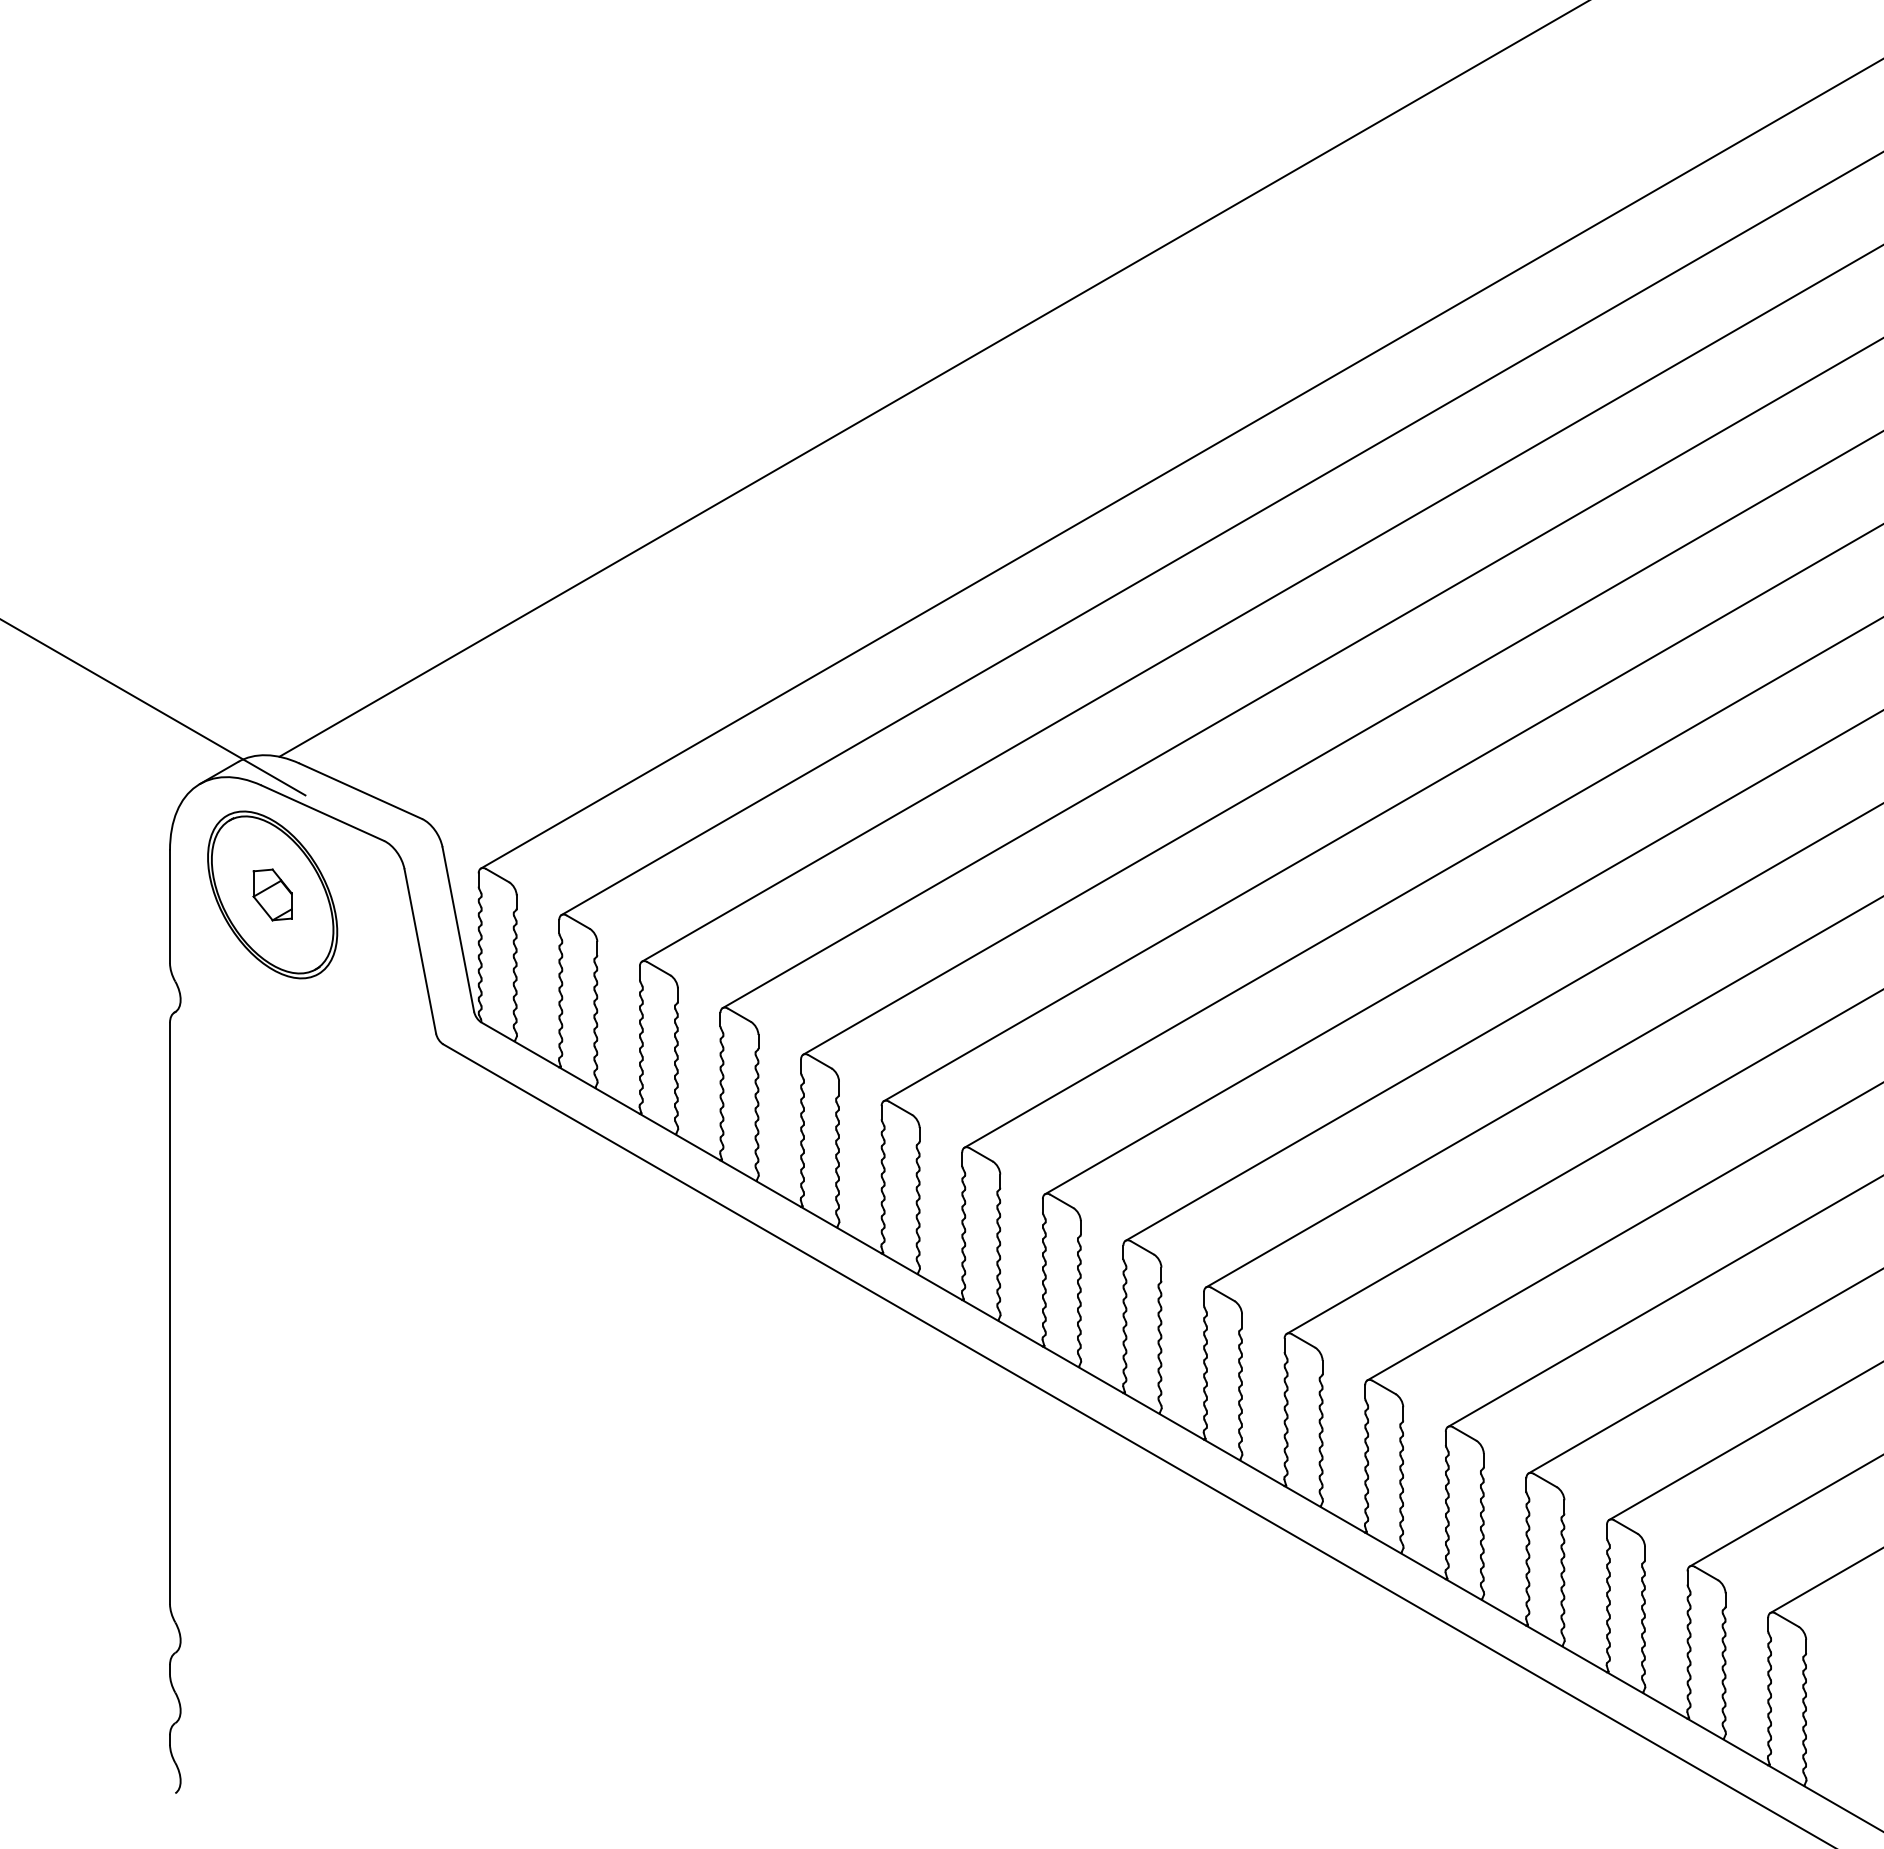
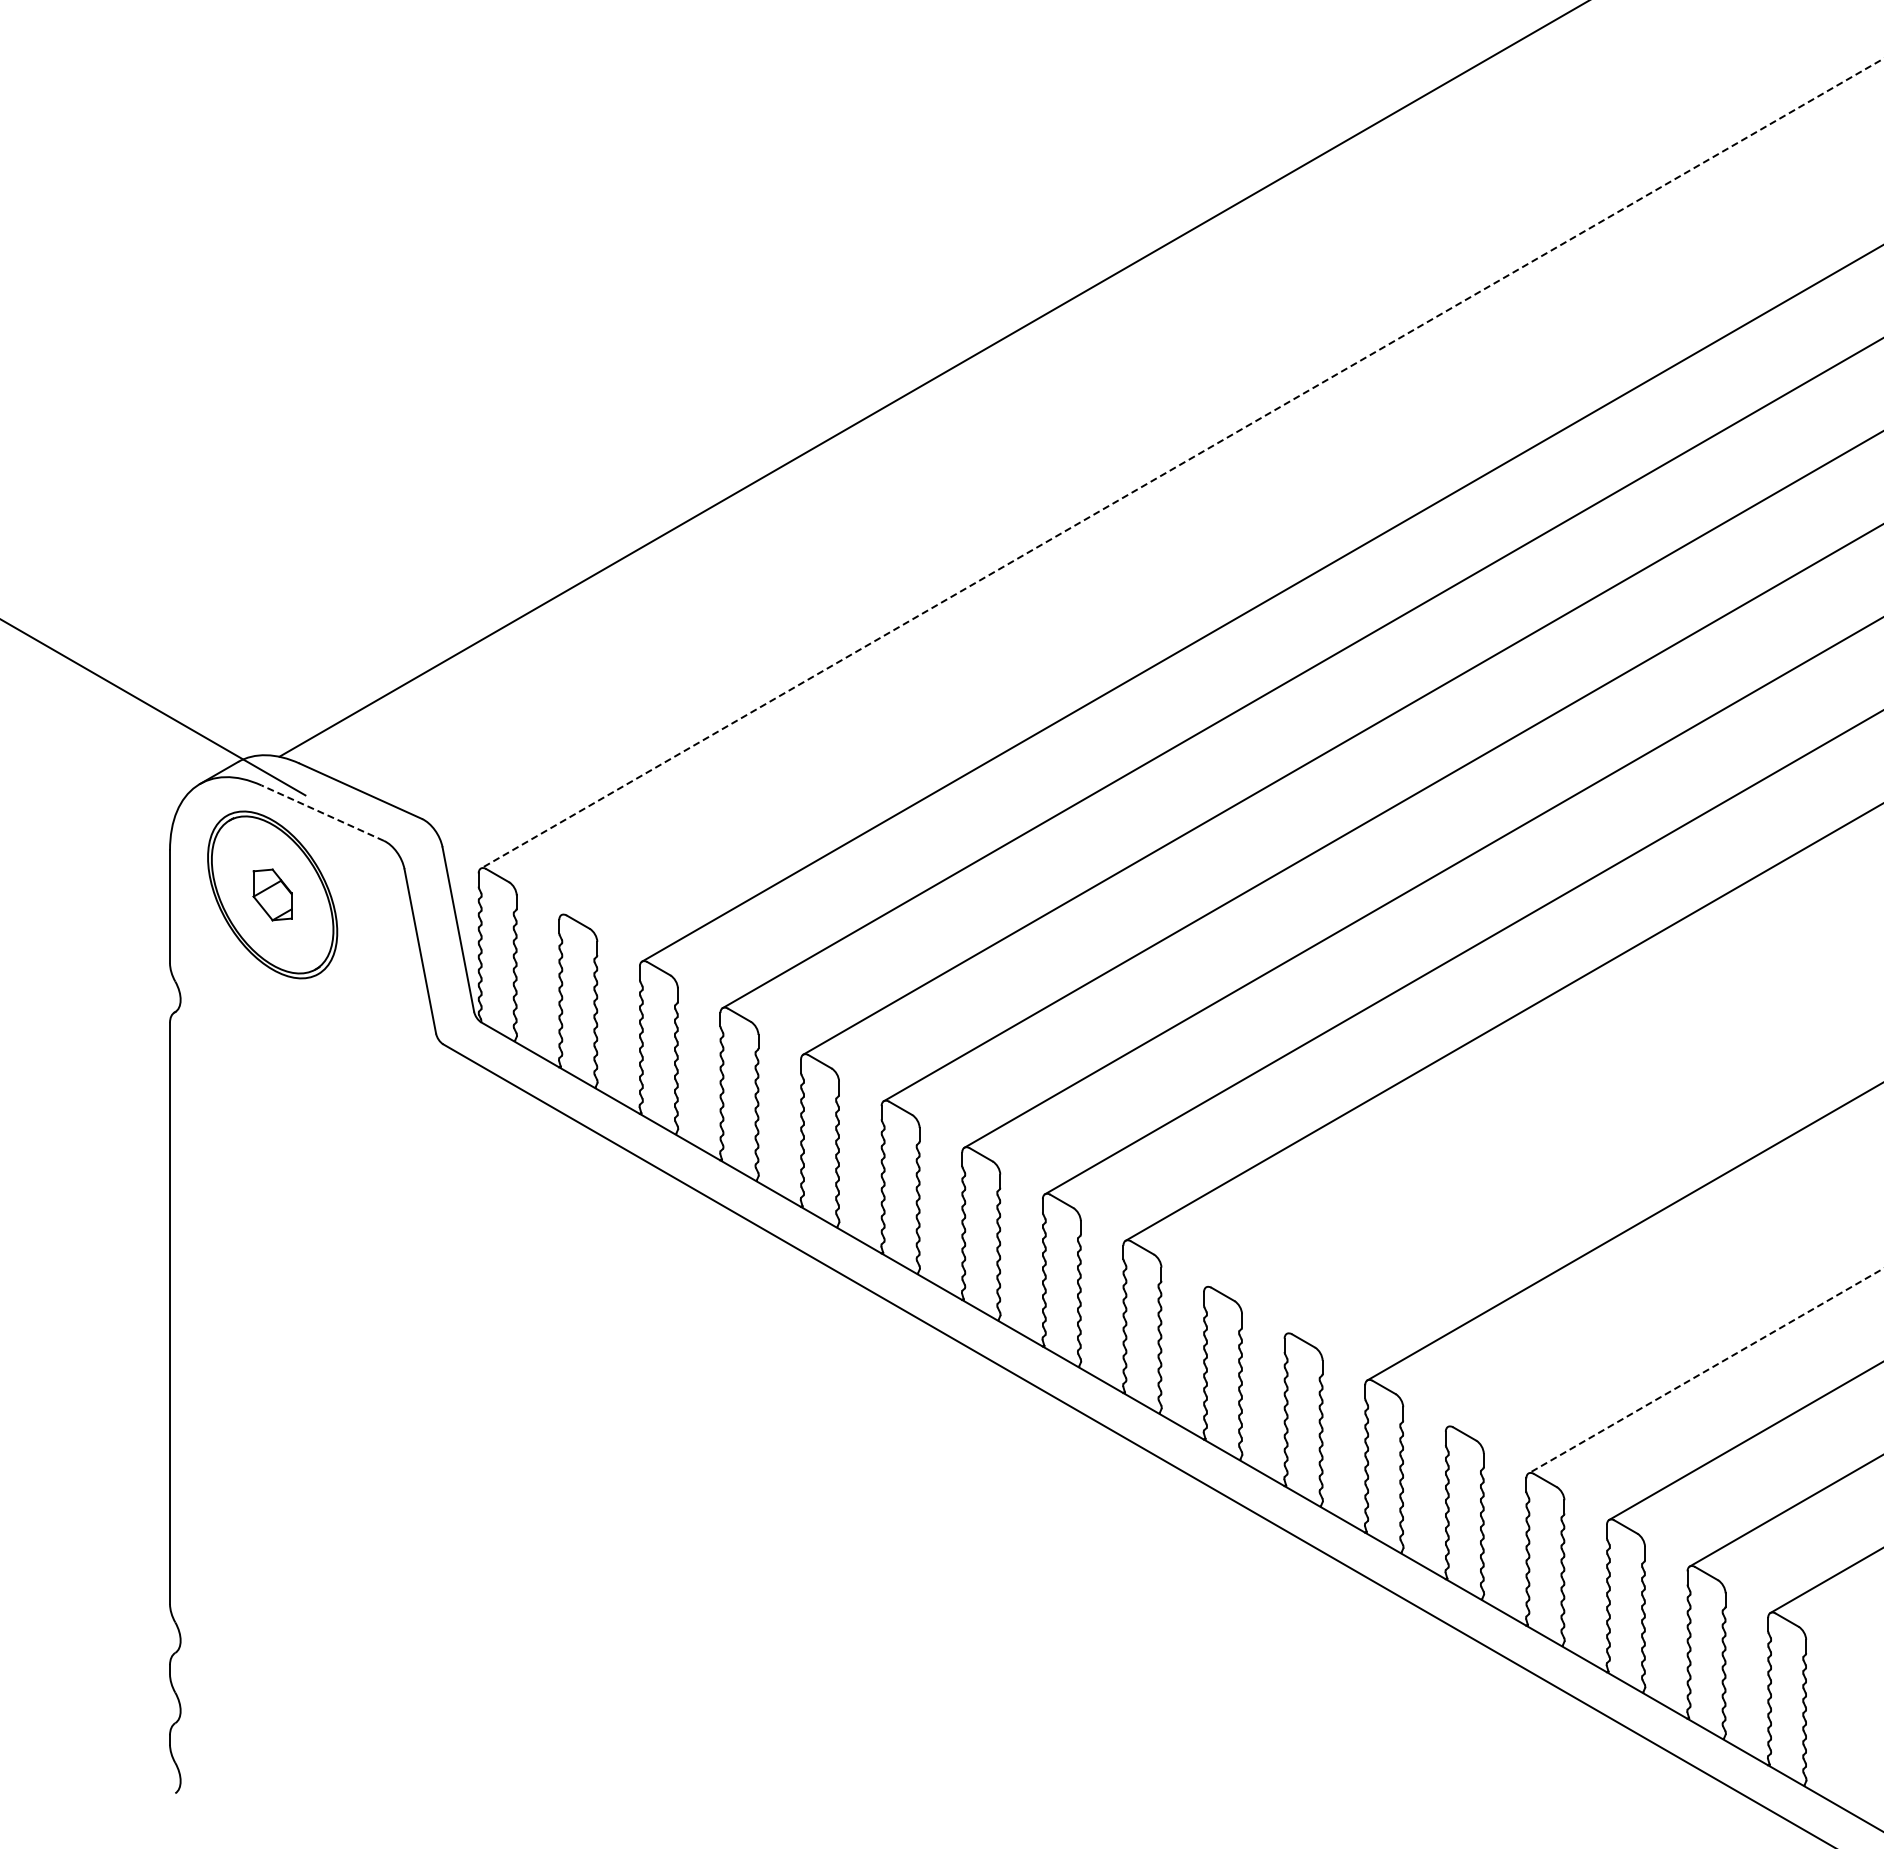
line at (1182, 463): solid -> dashed
line at (1220, 534): present -> none
line at (322, 812): solid -> dashed
line at (1543, 1092): present -> none
line at (1583, 1161): present -> none
line at (1664, 1301): present -> none
line at (1706, 1370): solid -> dashed
